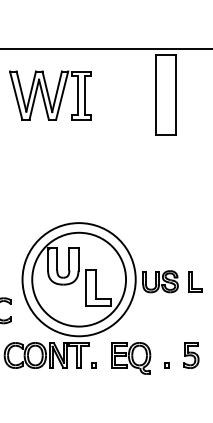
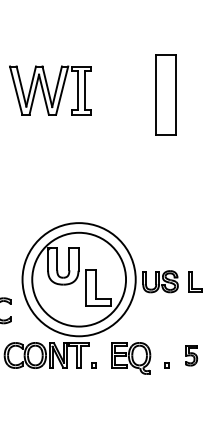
line at (105, 49): present -> none
part at (50, 95) position: (50, 95) -> (50, 90)
part at (191, 355) size: 17x27 px -> 14x22 px
